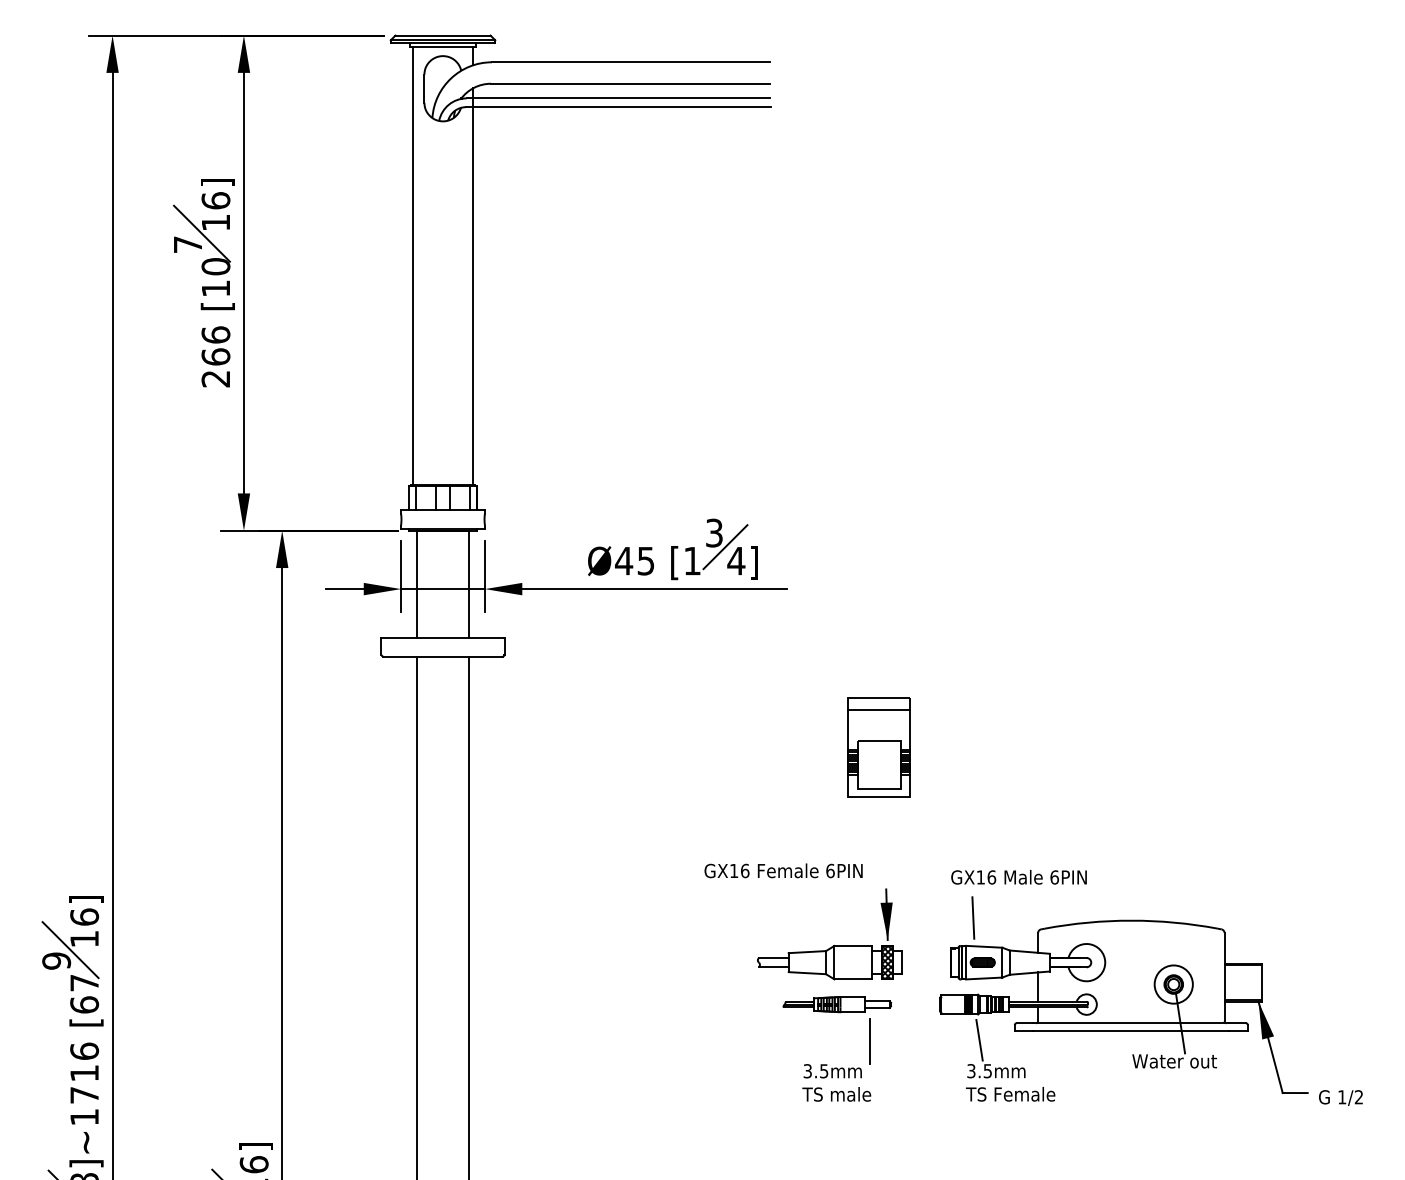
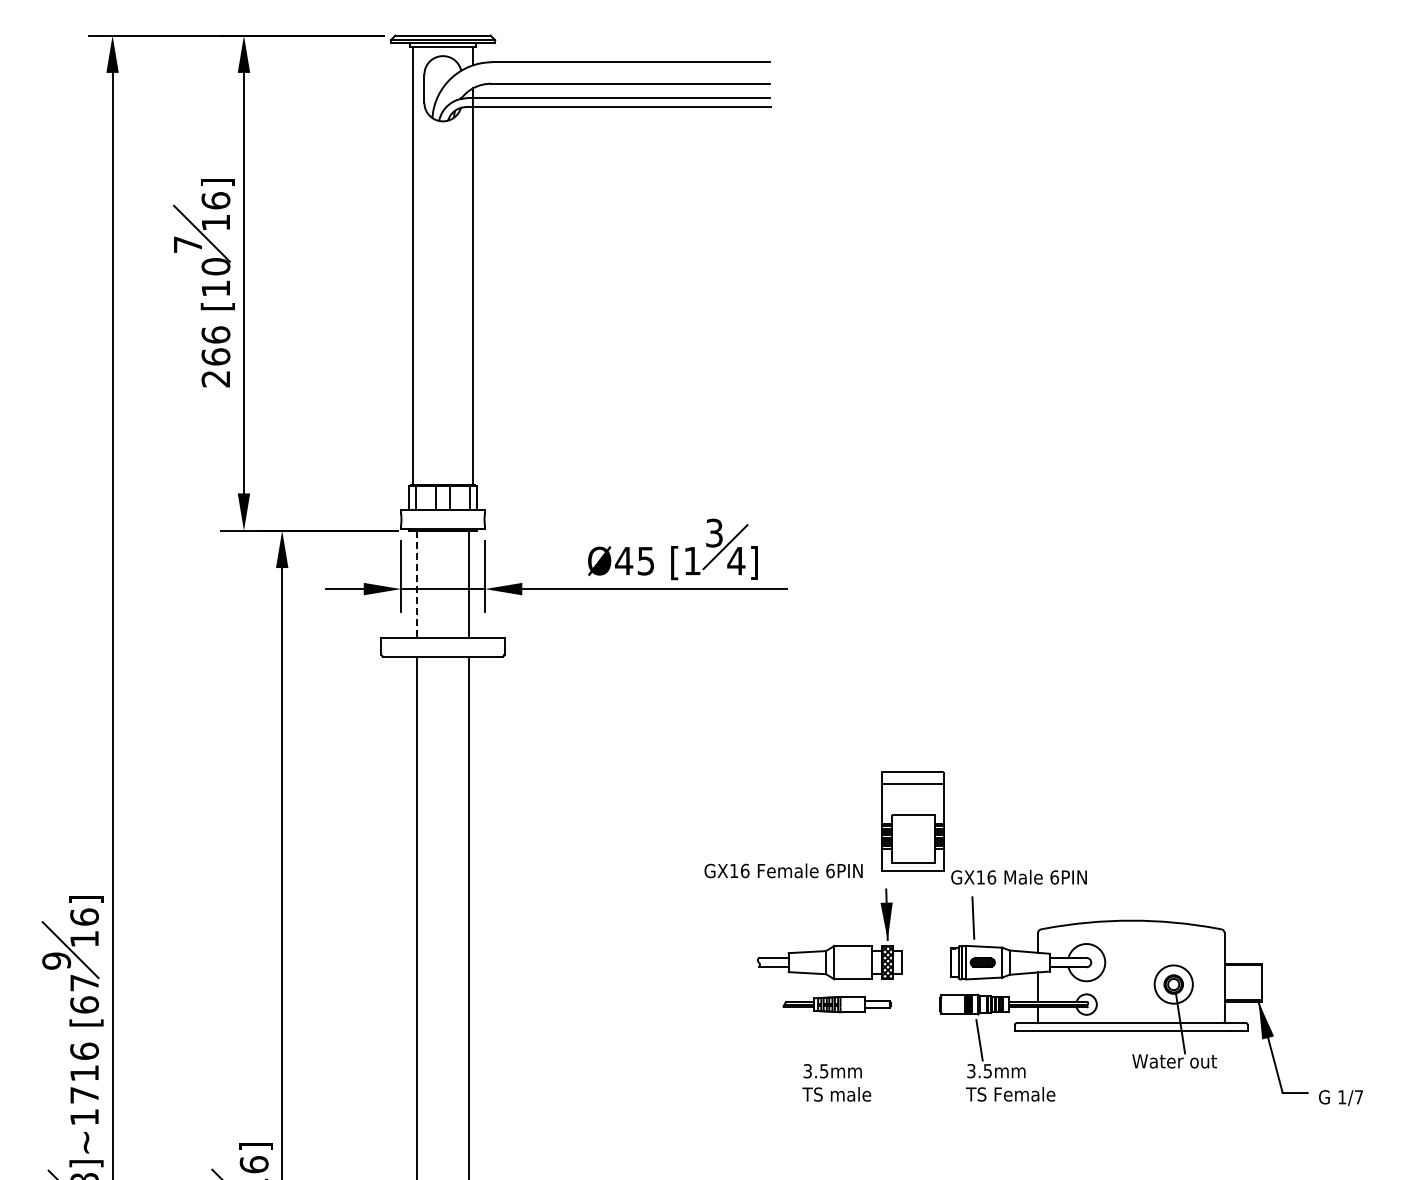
line at (416, 585): solid -> dashed
part at (878, 747) position: (878, 747) -> (912, 821)
line at (869, 1041): present -> none
text at (1358, 1097): 1/2 -> 1/7
